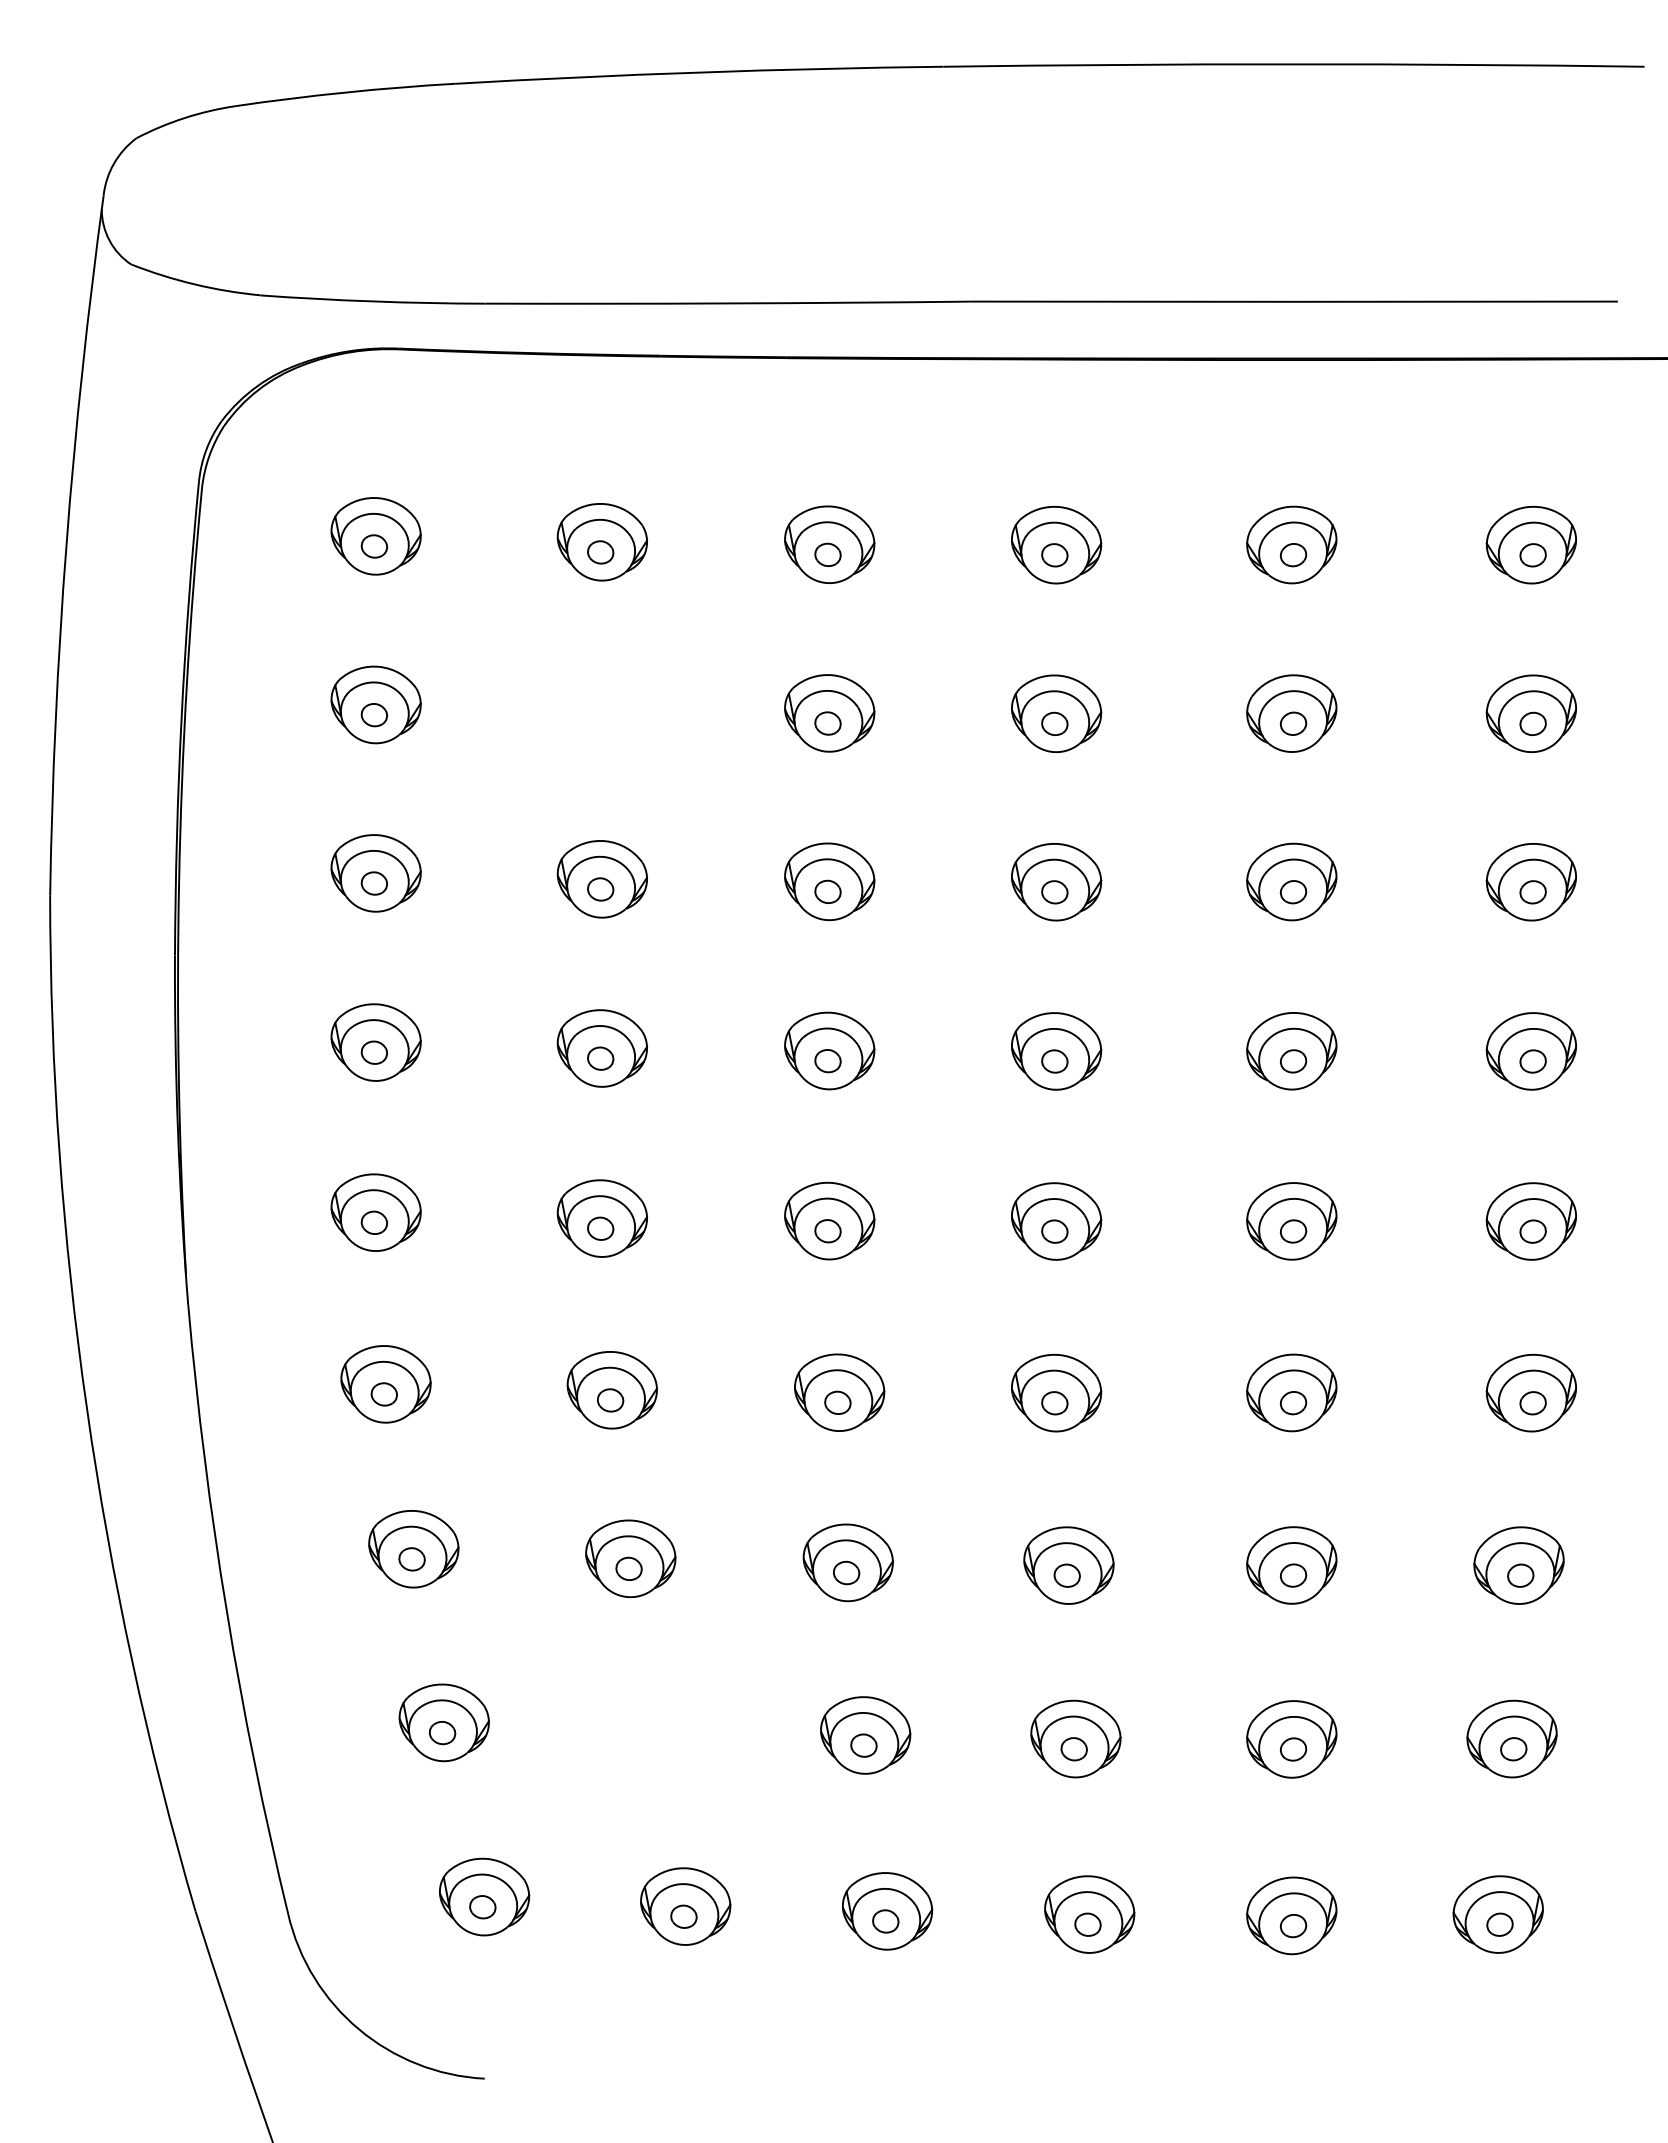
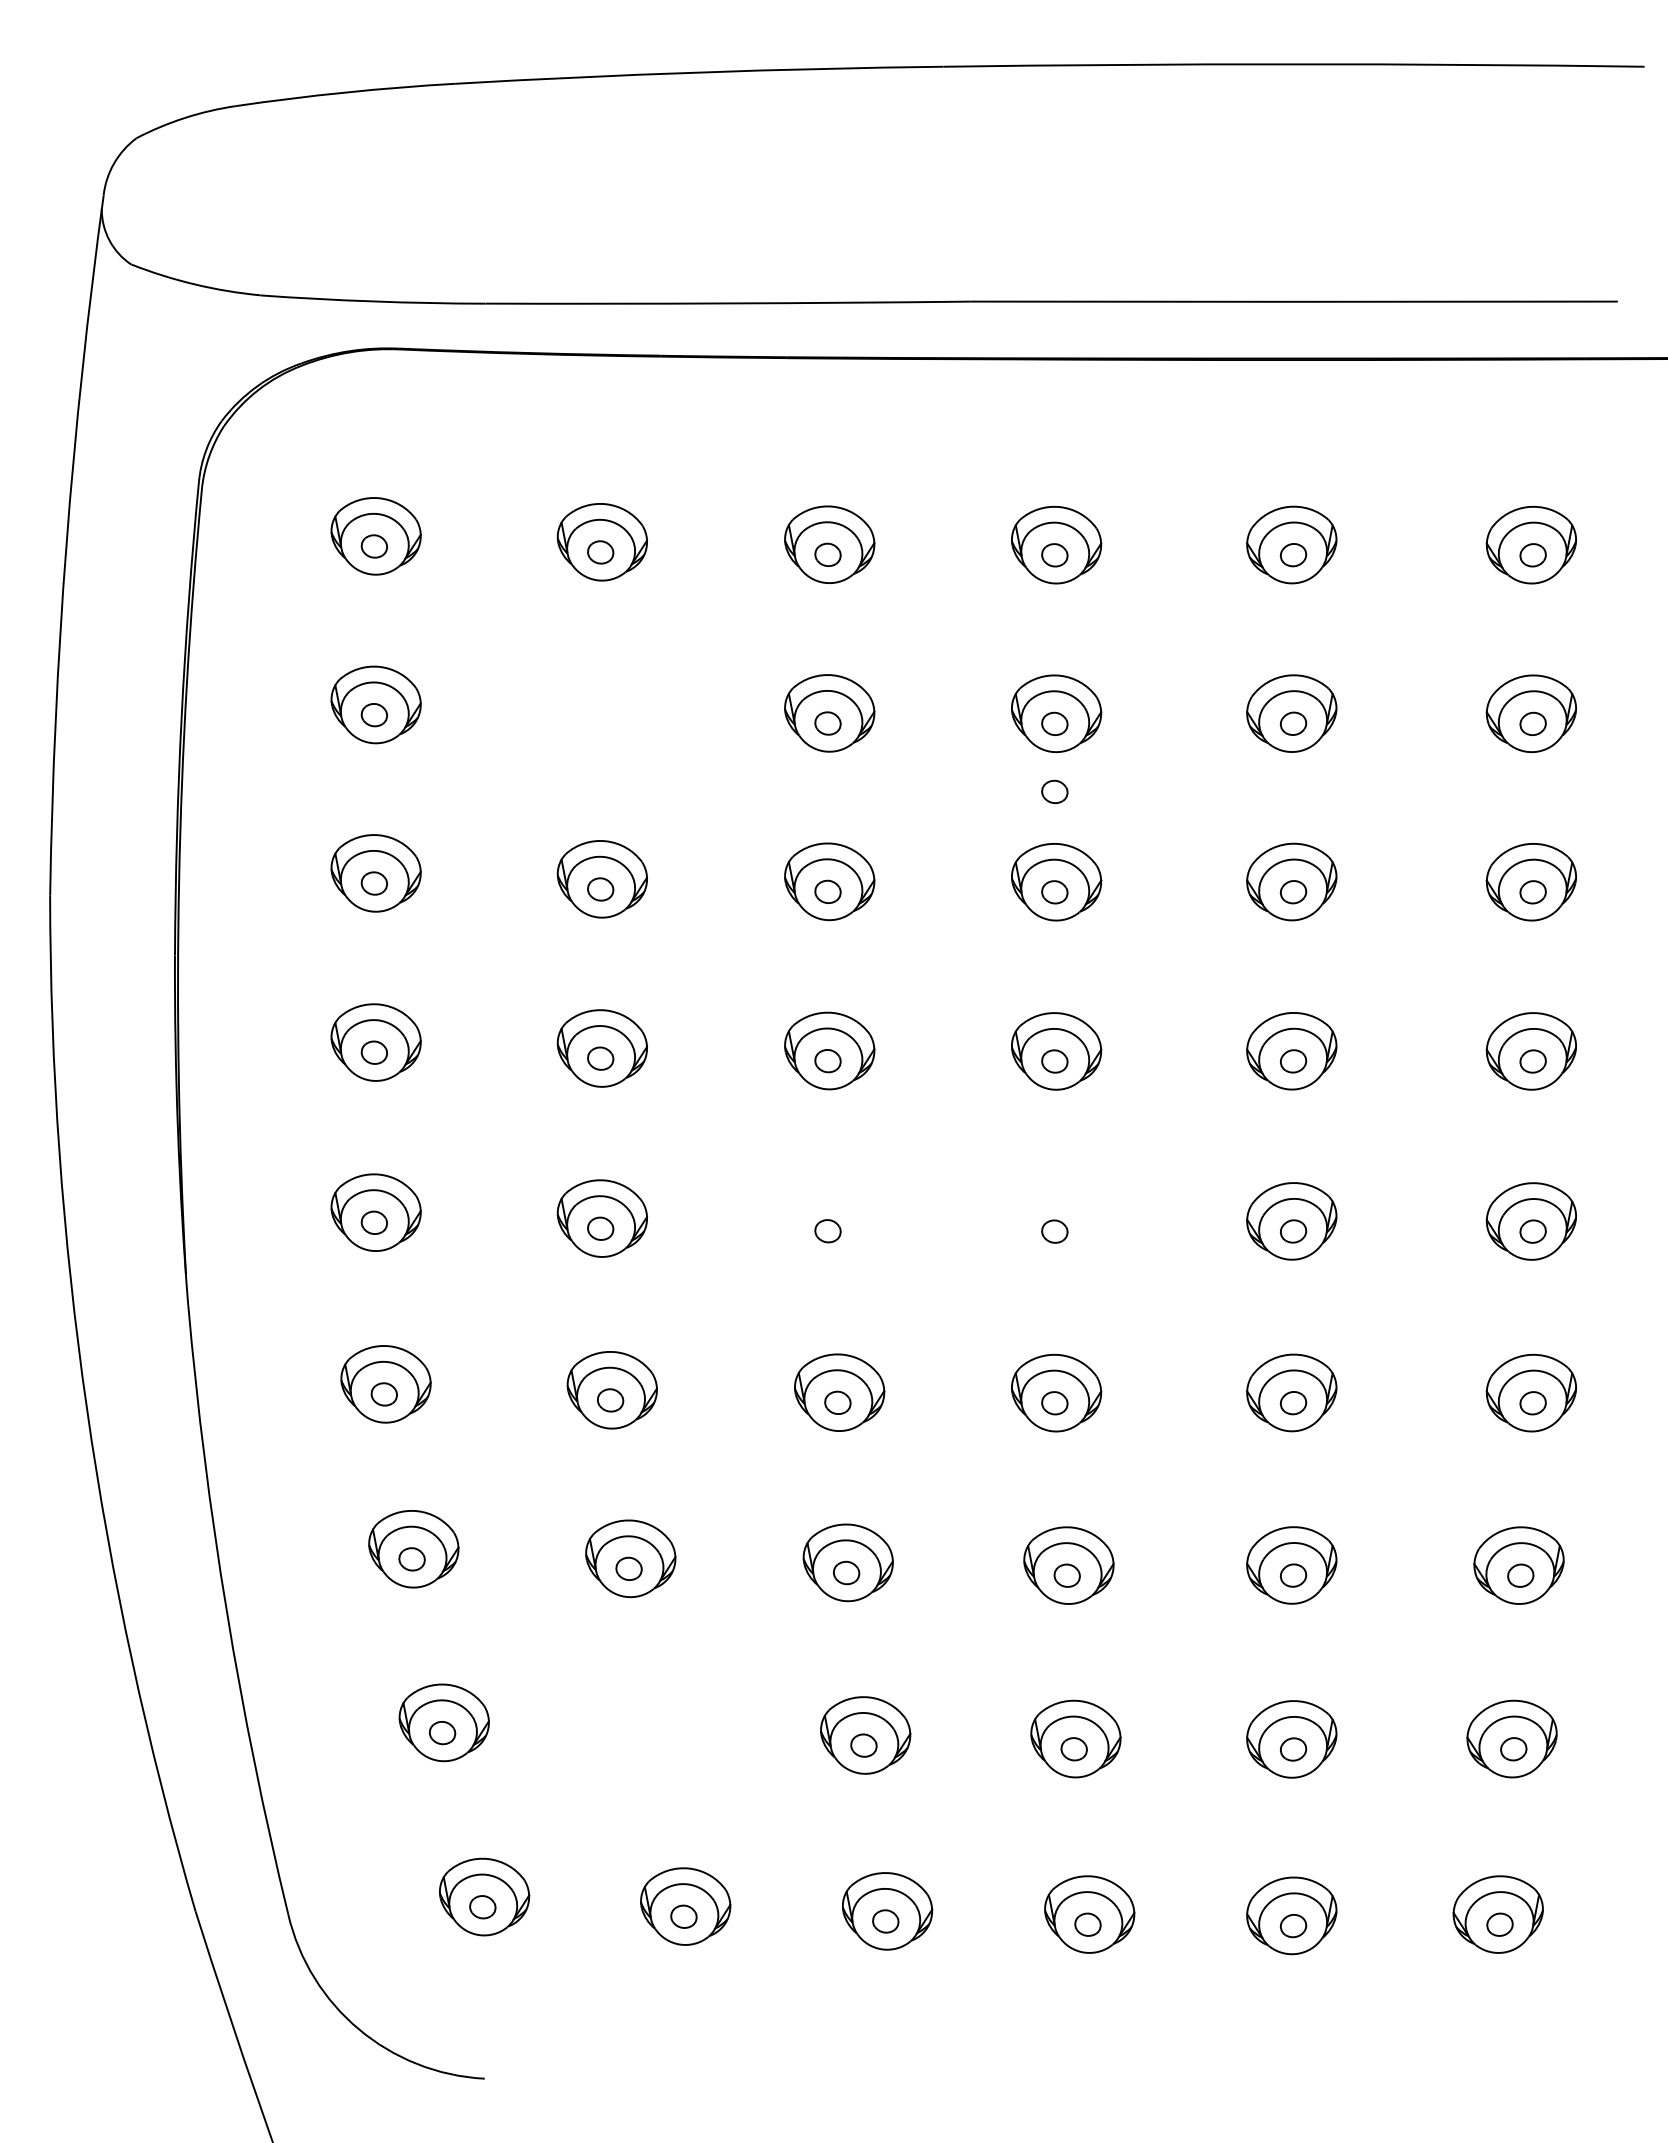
part at (1054, 791): none -> present
part at (829, 1220): present -> none
part at (1056, 1221): present -> none
